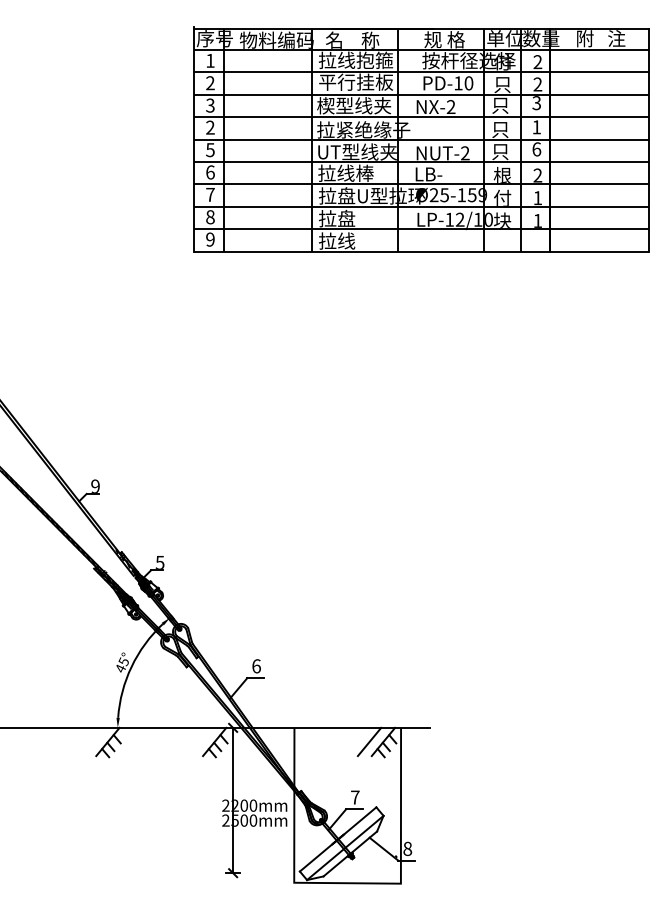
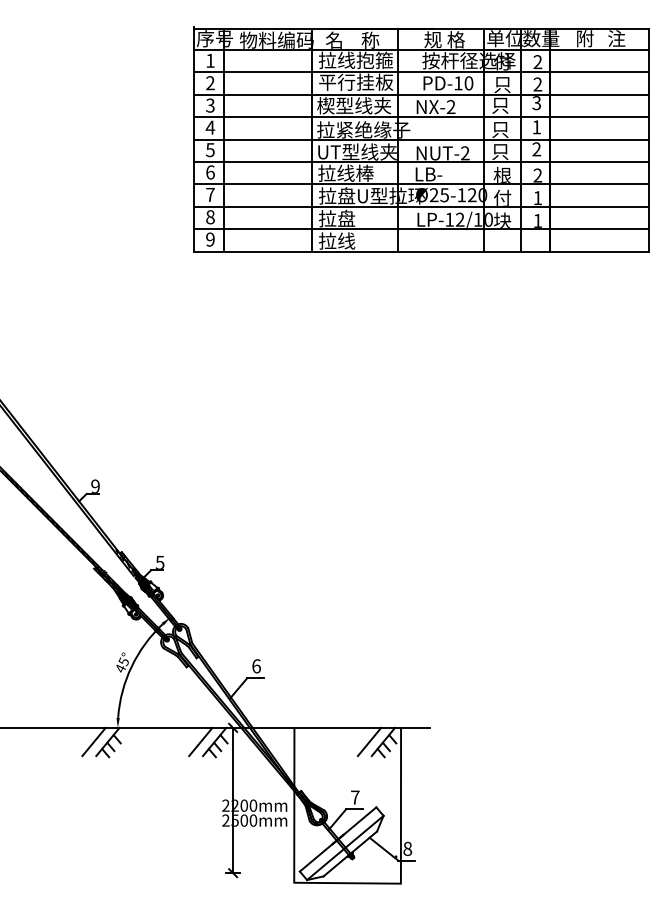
text at (210, 127): 2 -> 4
text at (536, 149): 6 -> 2
text at (477, 195): Ø25-159 -> Ø25-120
line at (93, 741): none -> present
line at (200, 741): none -> present
